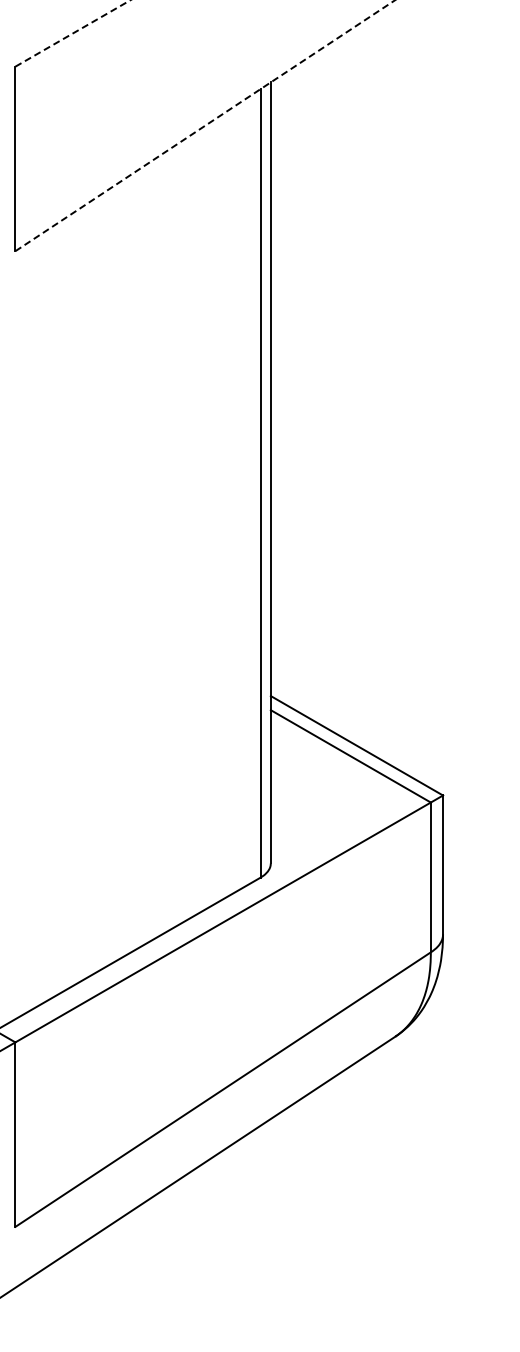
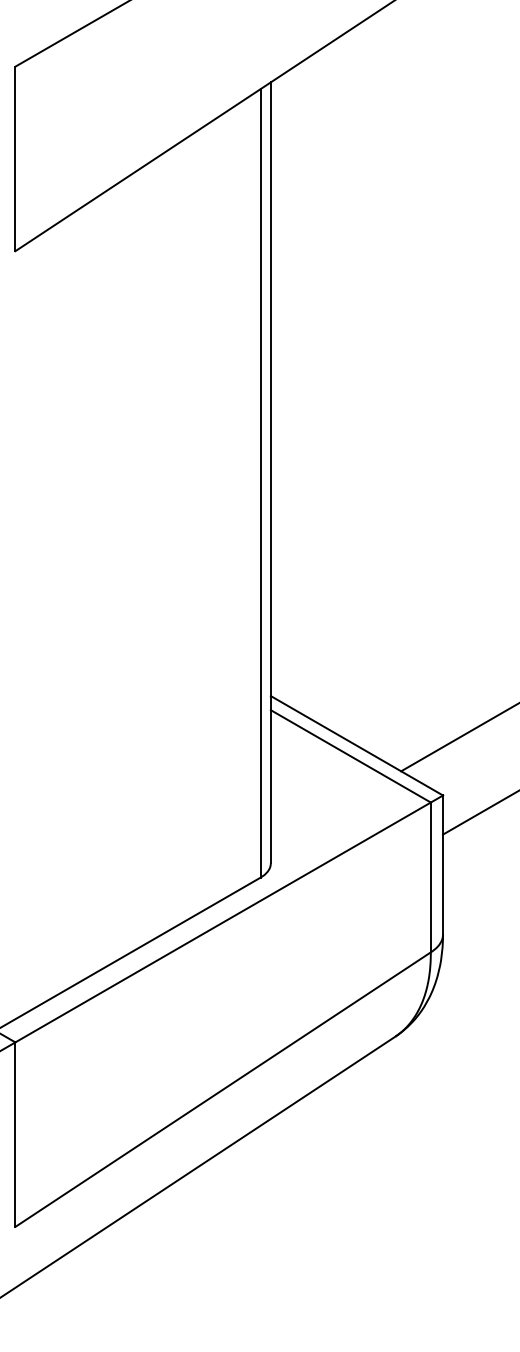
line at (73, 33): dashed -> solid
line at (205, 125): dashed -> solid
line at (458, 737): none -> present
line at (479, 812): none -> present
